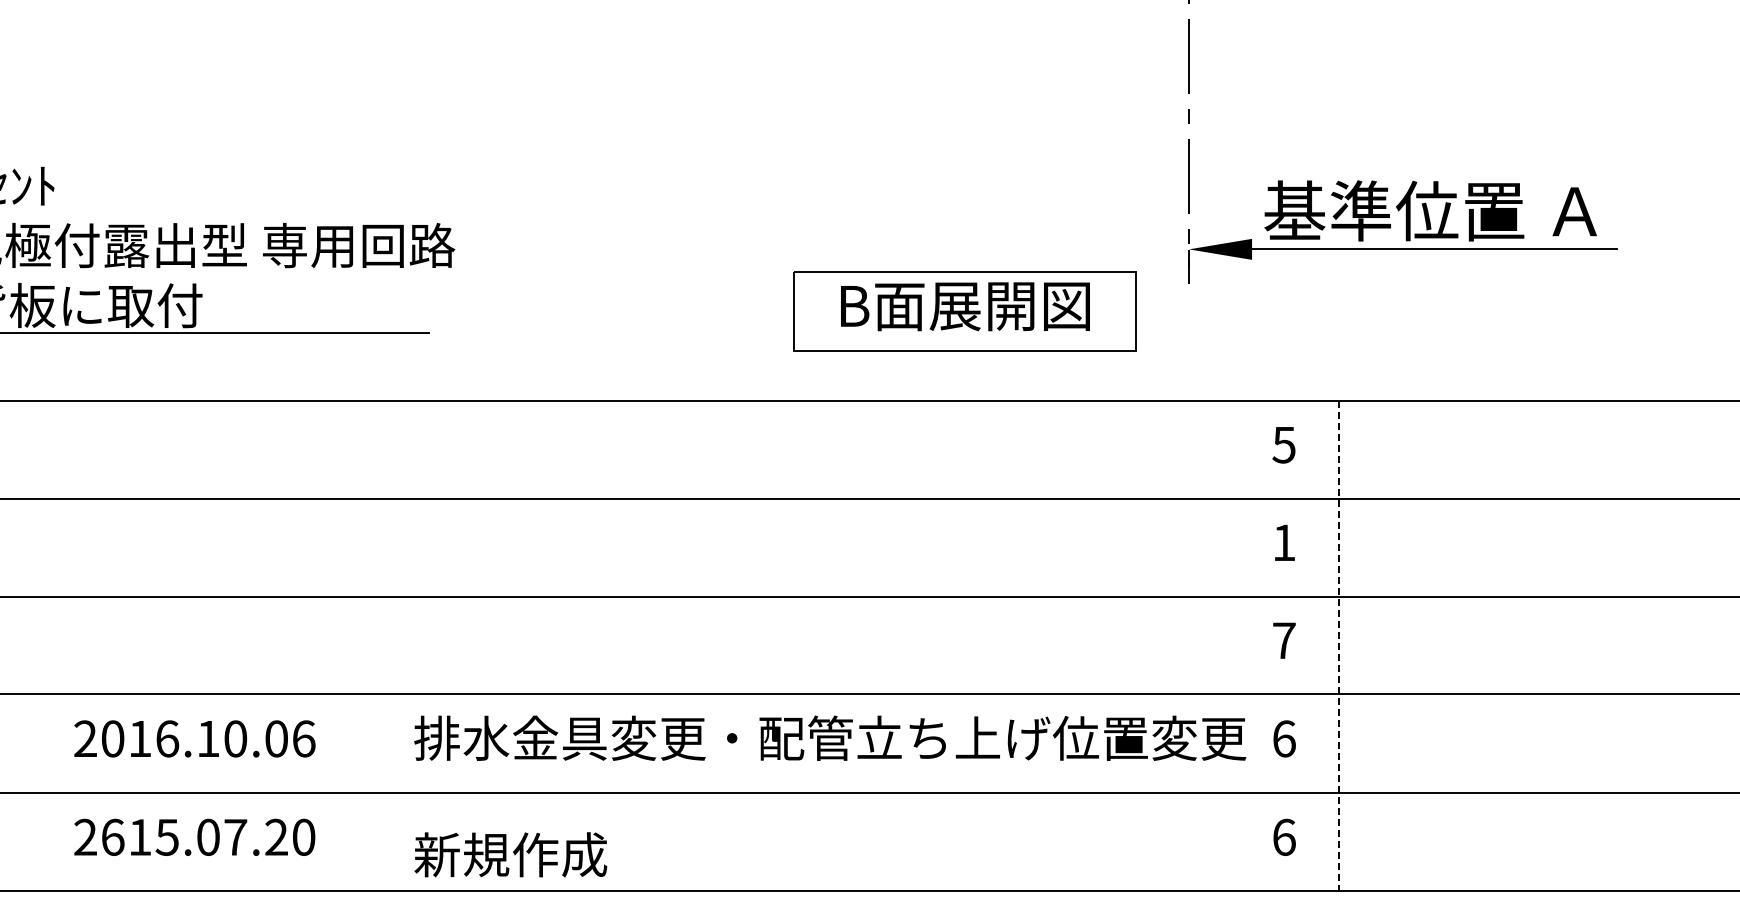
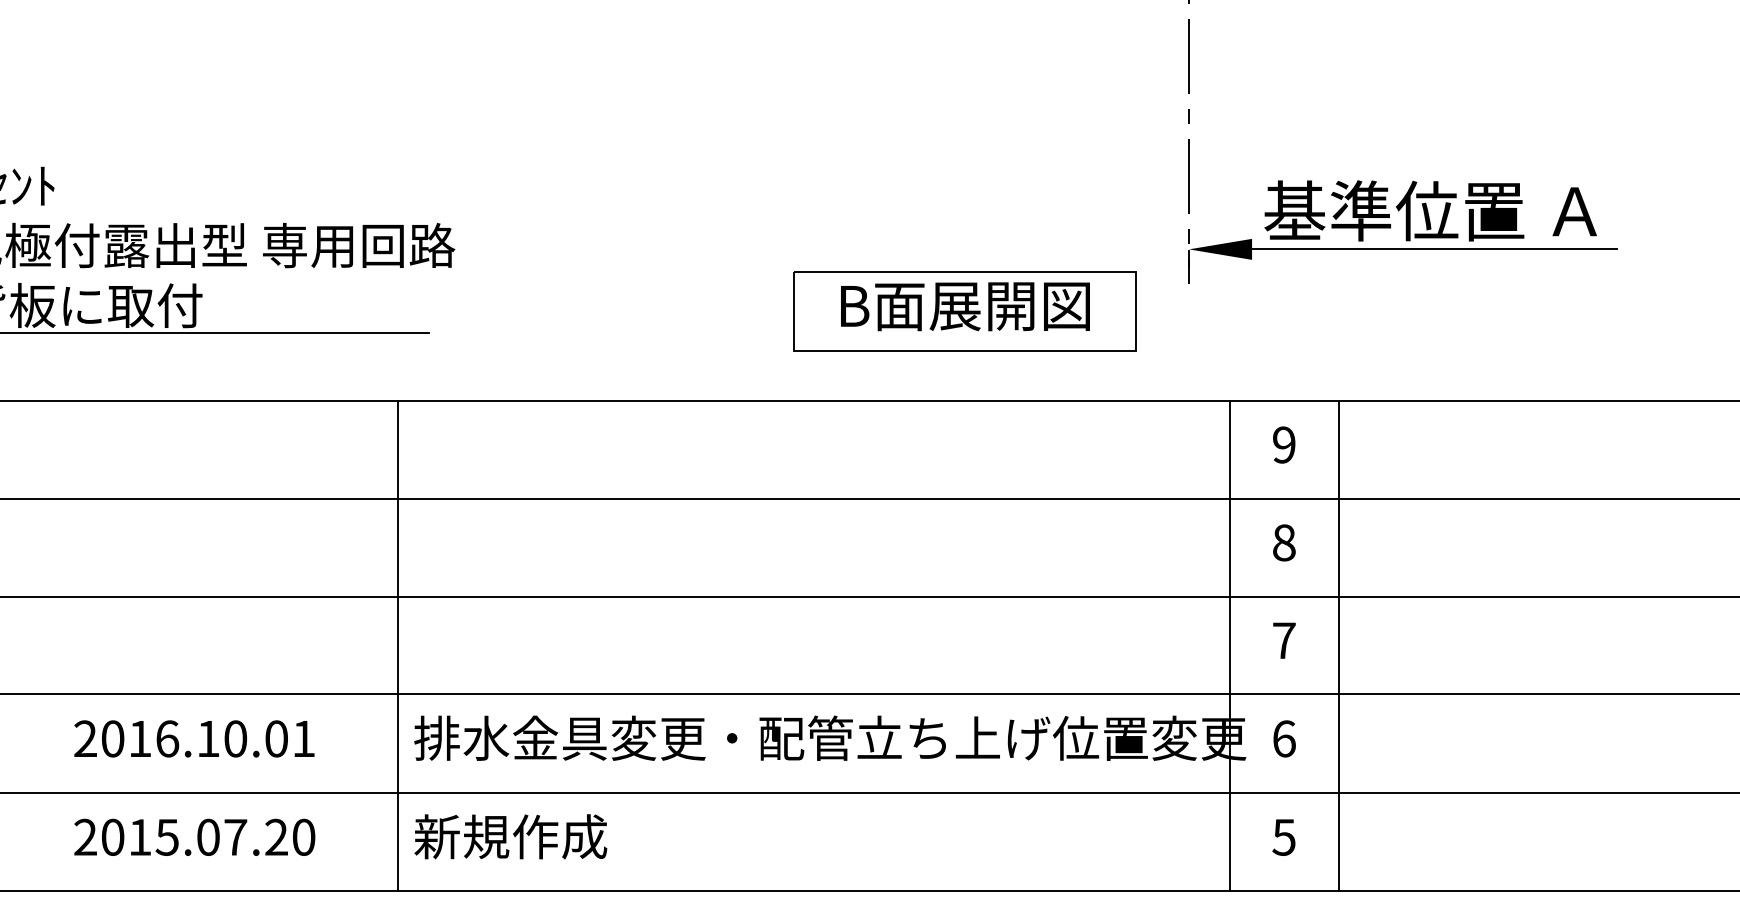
text at (1283, 444): 5 -> 9
text at (1284, 542): 1 -> 8
line at (397, 645): none -> present
line at (1230, 645): none -> present
line at (1338, 646): dashed -> solid
text at (304, 738): 2016.10.06 -> 2016.10.01
text at (113, 836): 2615.07.20 -> 2015.07.20
text at (1283, 836): 6 -> 5
text at (510, 854) position: (510, 854) -> (510, 836)
